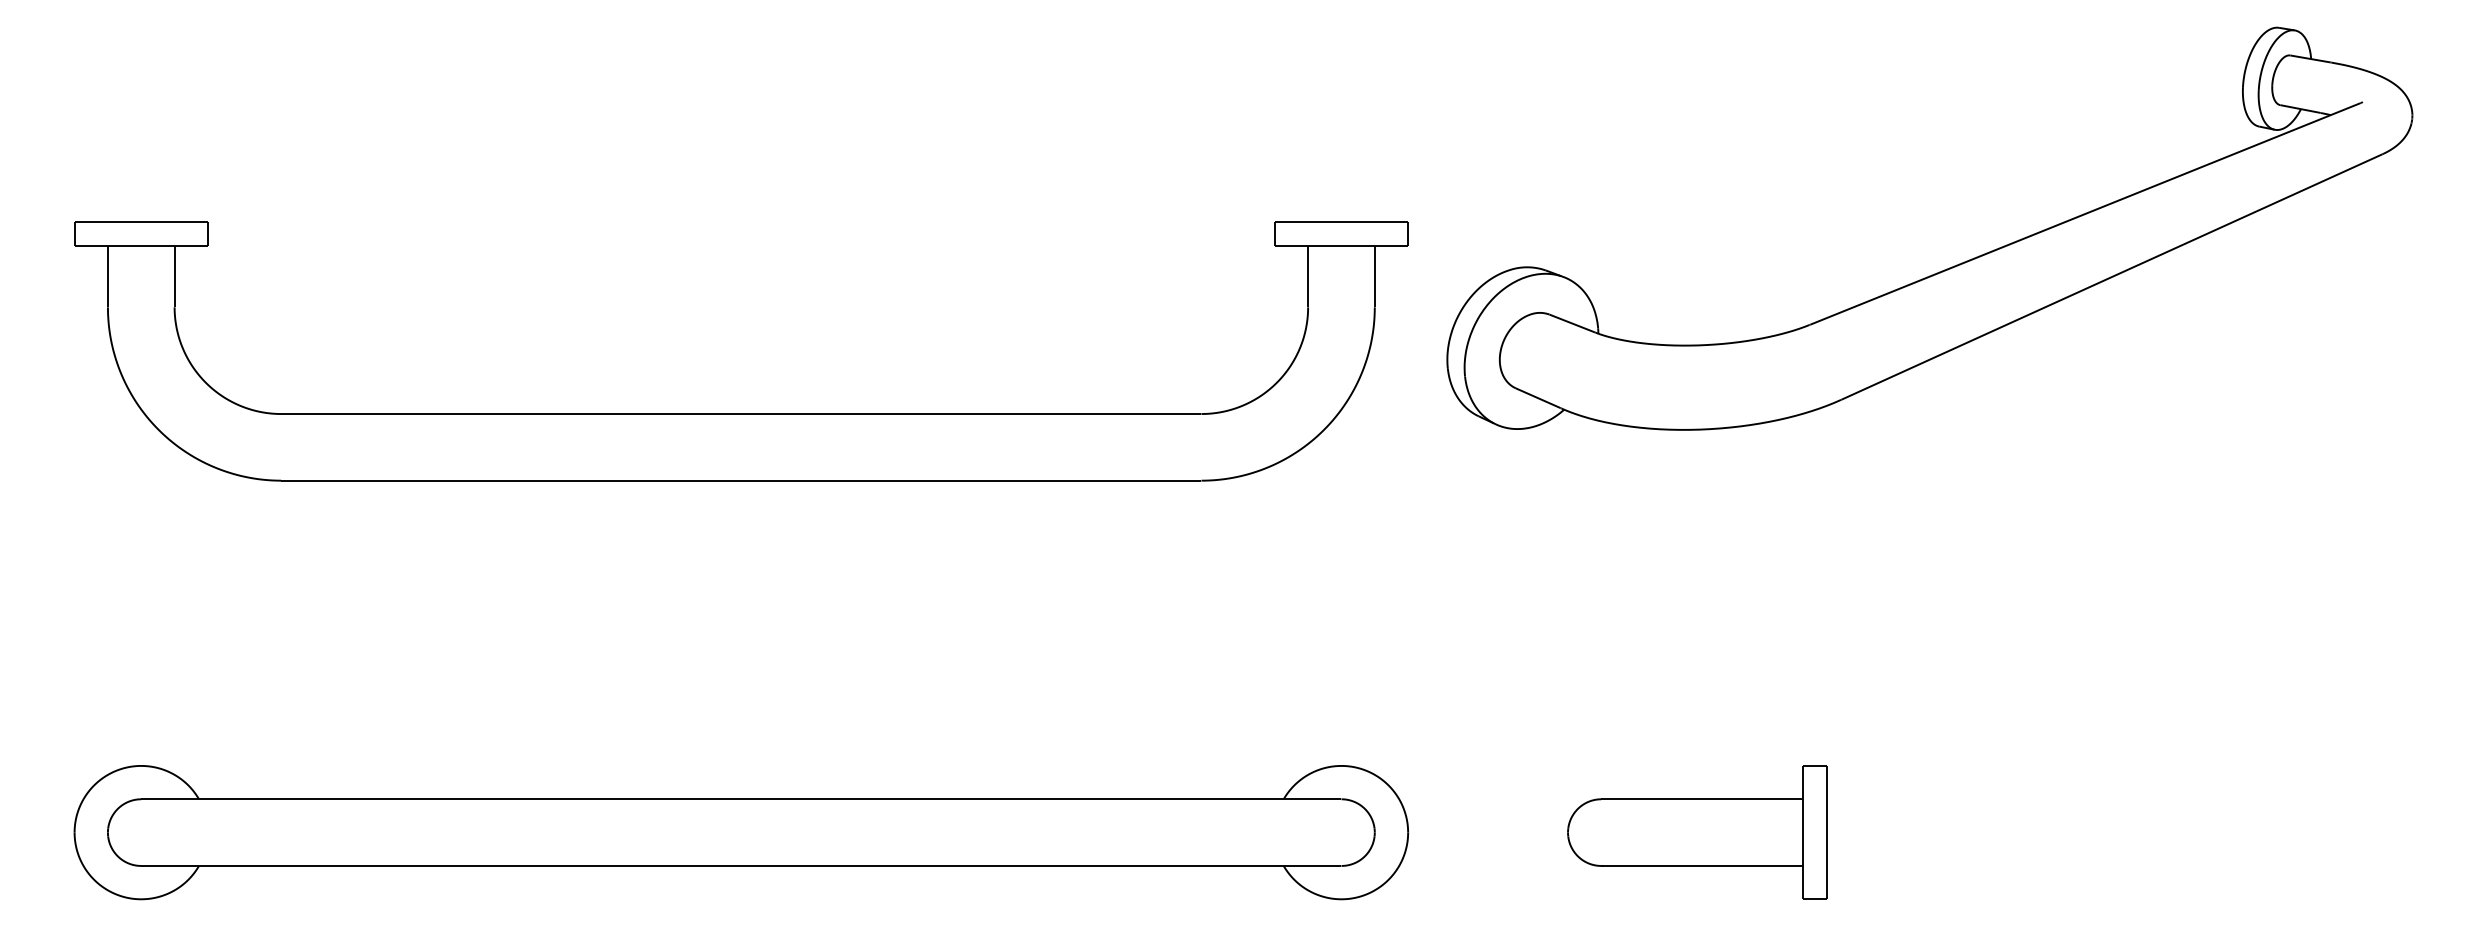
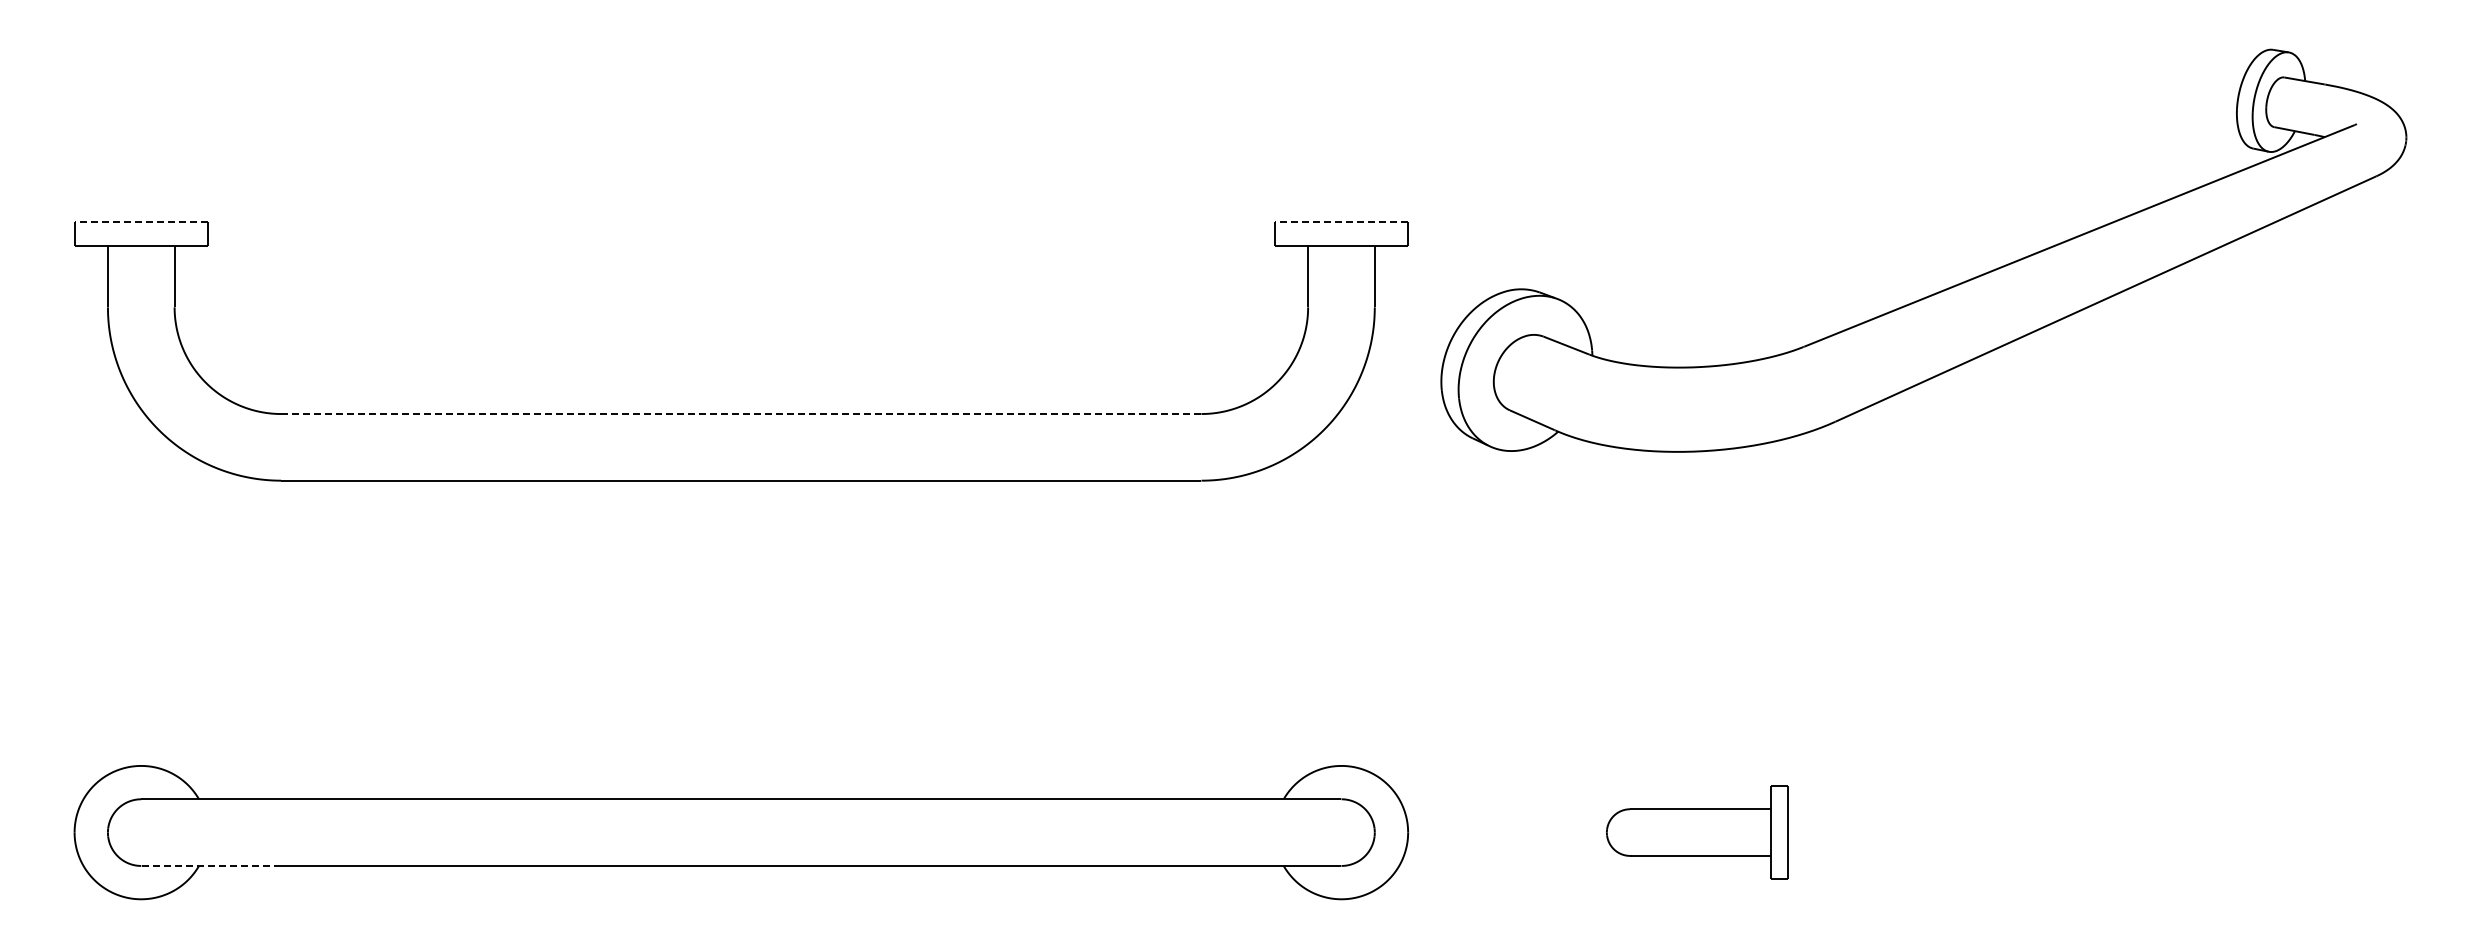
line at (141, 221): solid -> dashed
line at (1341, 221): solid -> dashed
part at (1946, 268) position: (1946, 268) -> (1940, 290)
line at (740, 414): solid -> dashed
part at (1697, 832) size: 261x135 px -> 183x95 px
line at (210, 865): solid -> dashed
